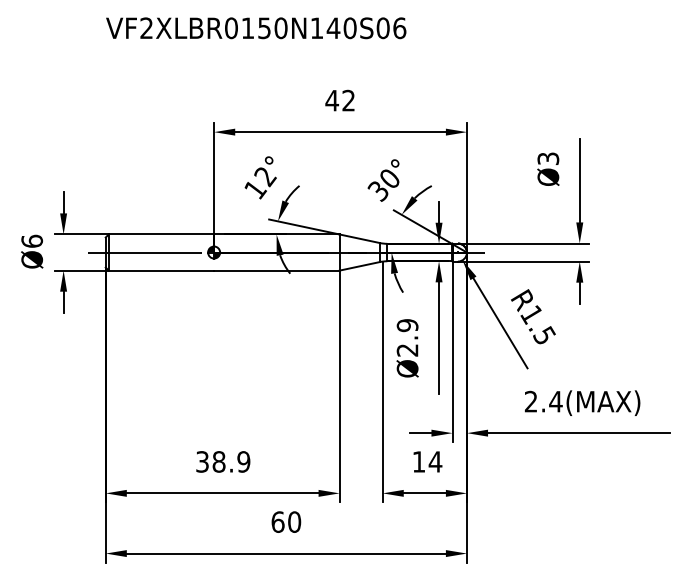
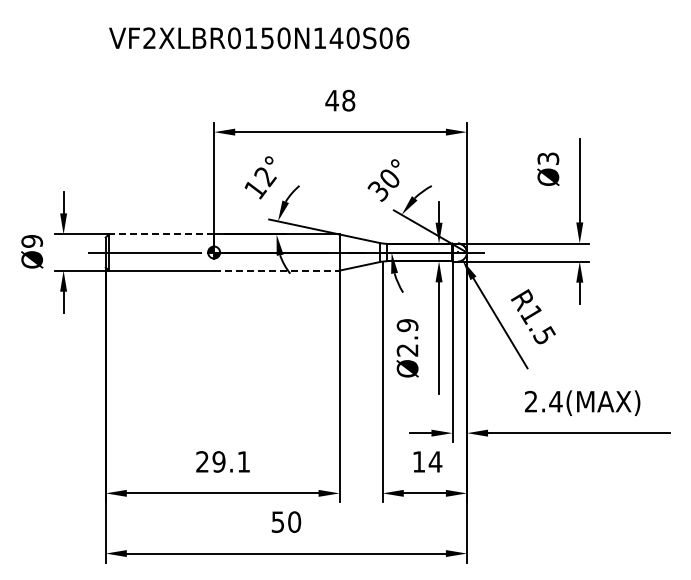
text at (256, 28) position: (256, 28) -> (259, 38)
text at (348, 100): 42 -> 48
line at (161, 234): solid -> dashed
text at (32, 240): Ø6 -> Ø9
line at (276, 270): solid -> dashed
text at (223, 461): 38.9 -> 29.1
text at (277, 521): 60 -> 50
